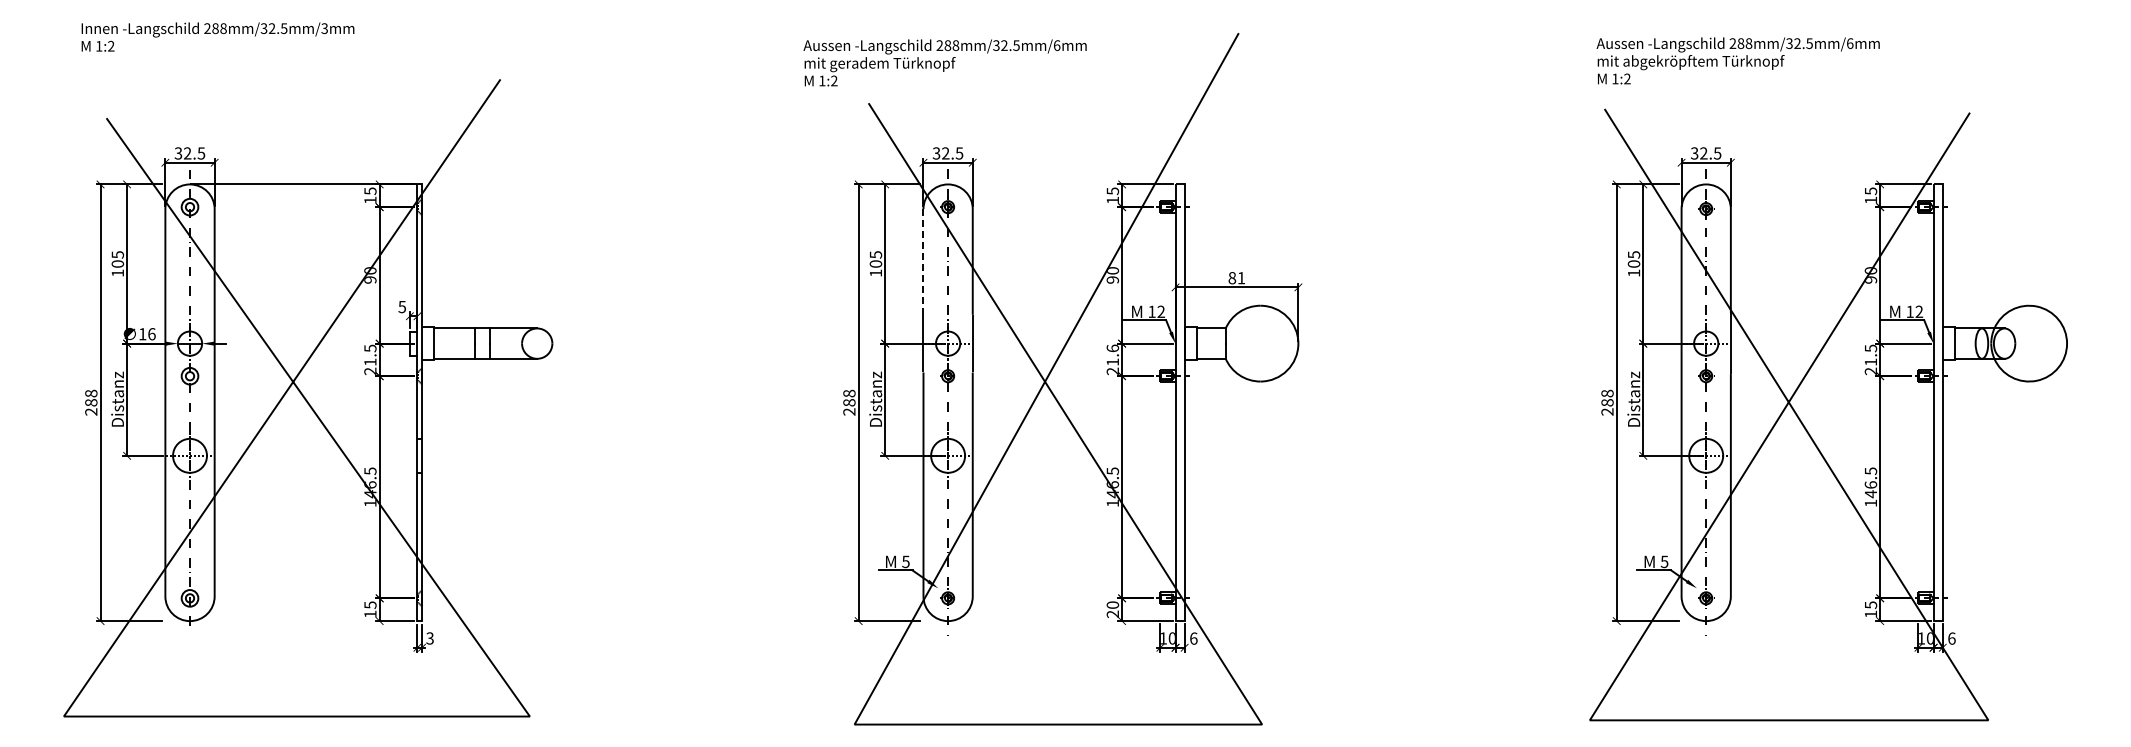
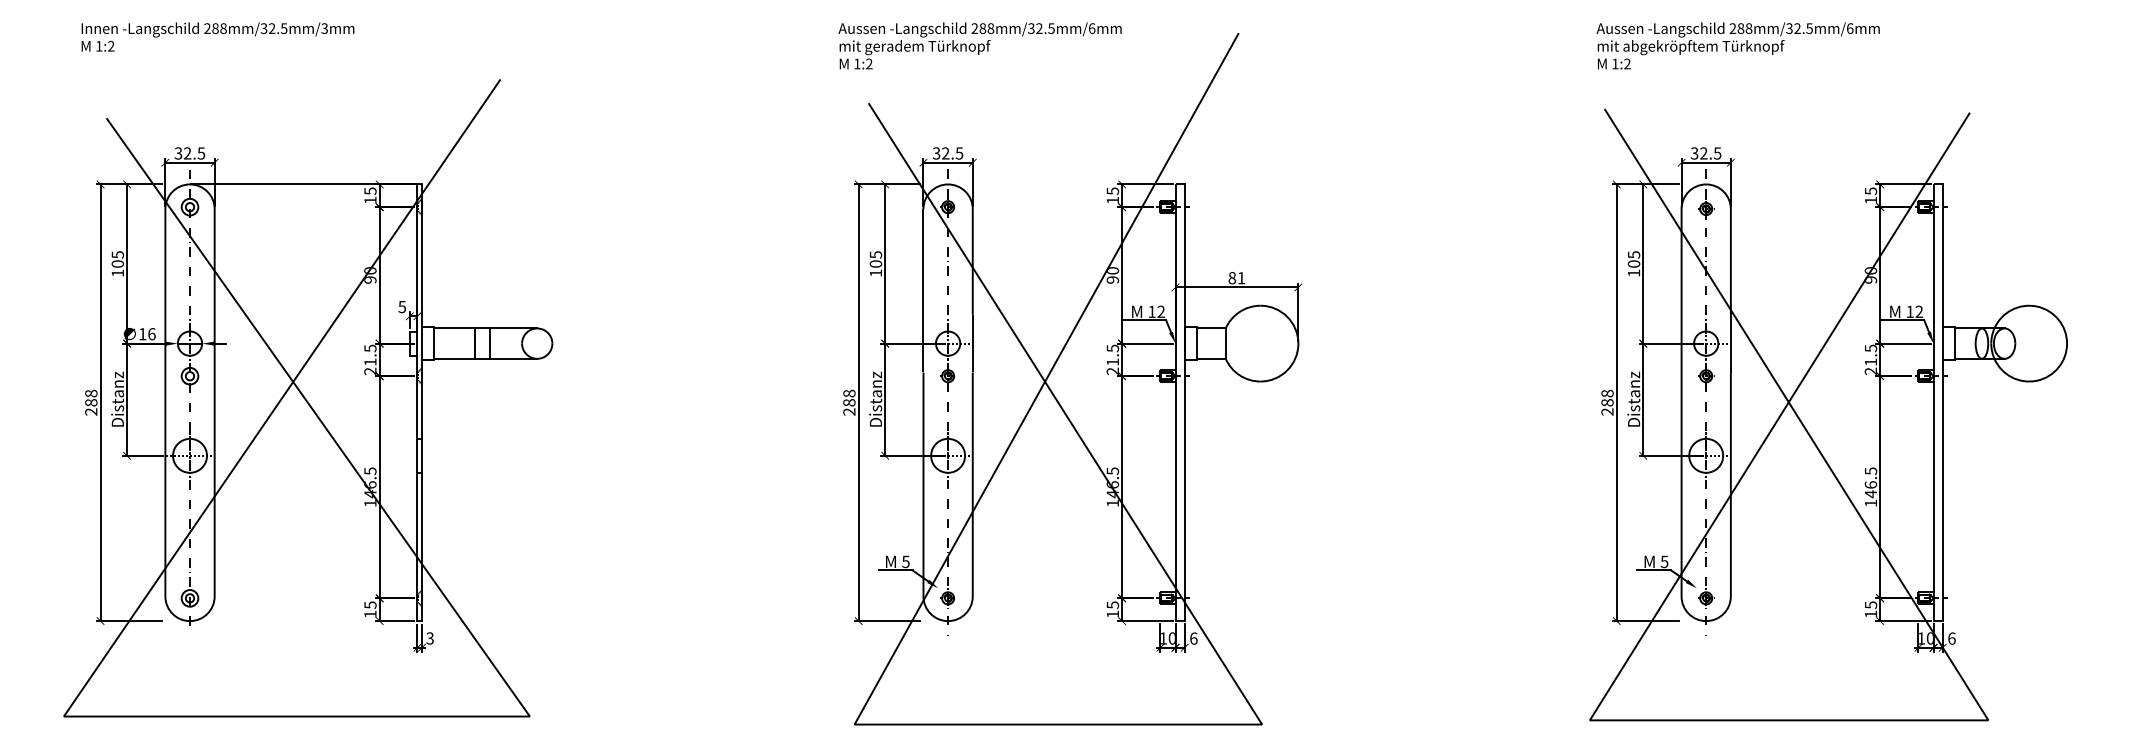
text at (1737, 60) position: (1737, 60) -> (1737, 45)
text at (944, 62) position: (944, 62) -> (979, 45)
line at (923, 261): dashed -> solid
text at (1112, 348): 21.6 -> 21.5
text at (1112, 609): 20 -> 15
